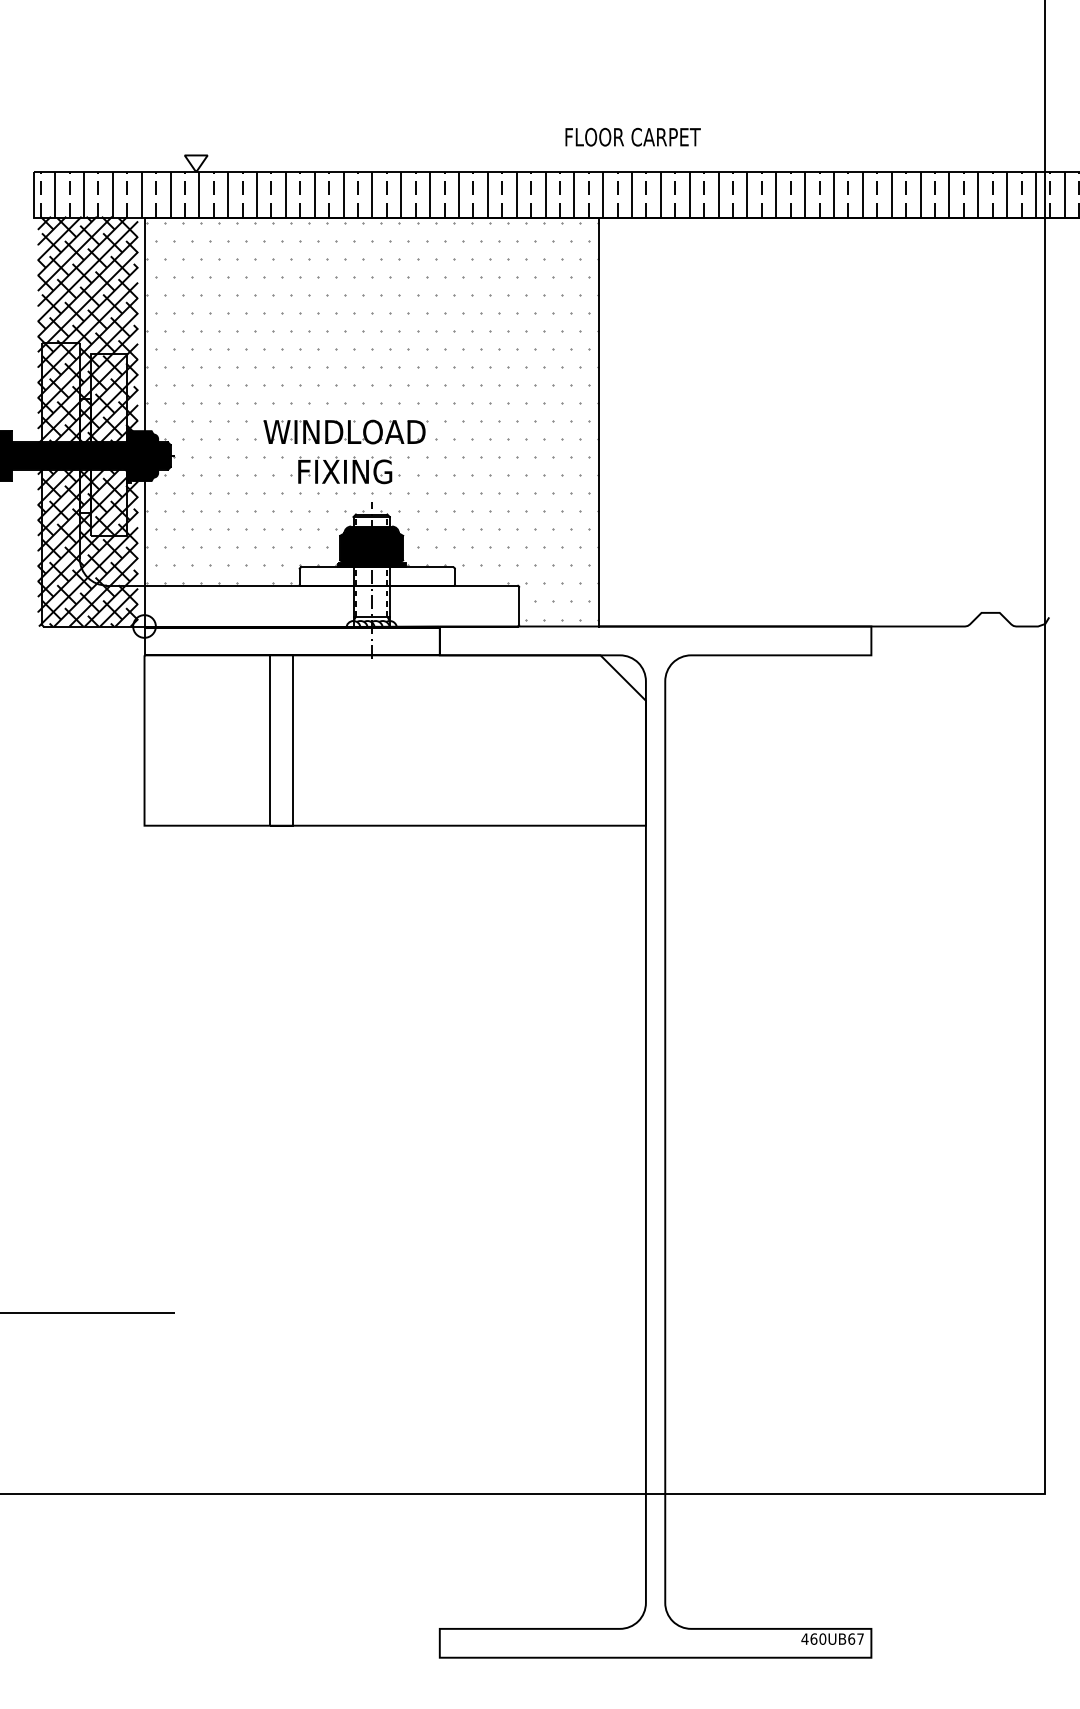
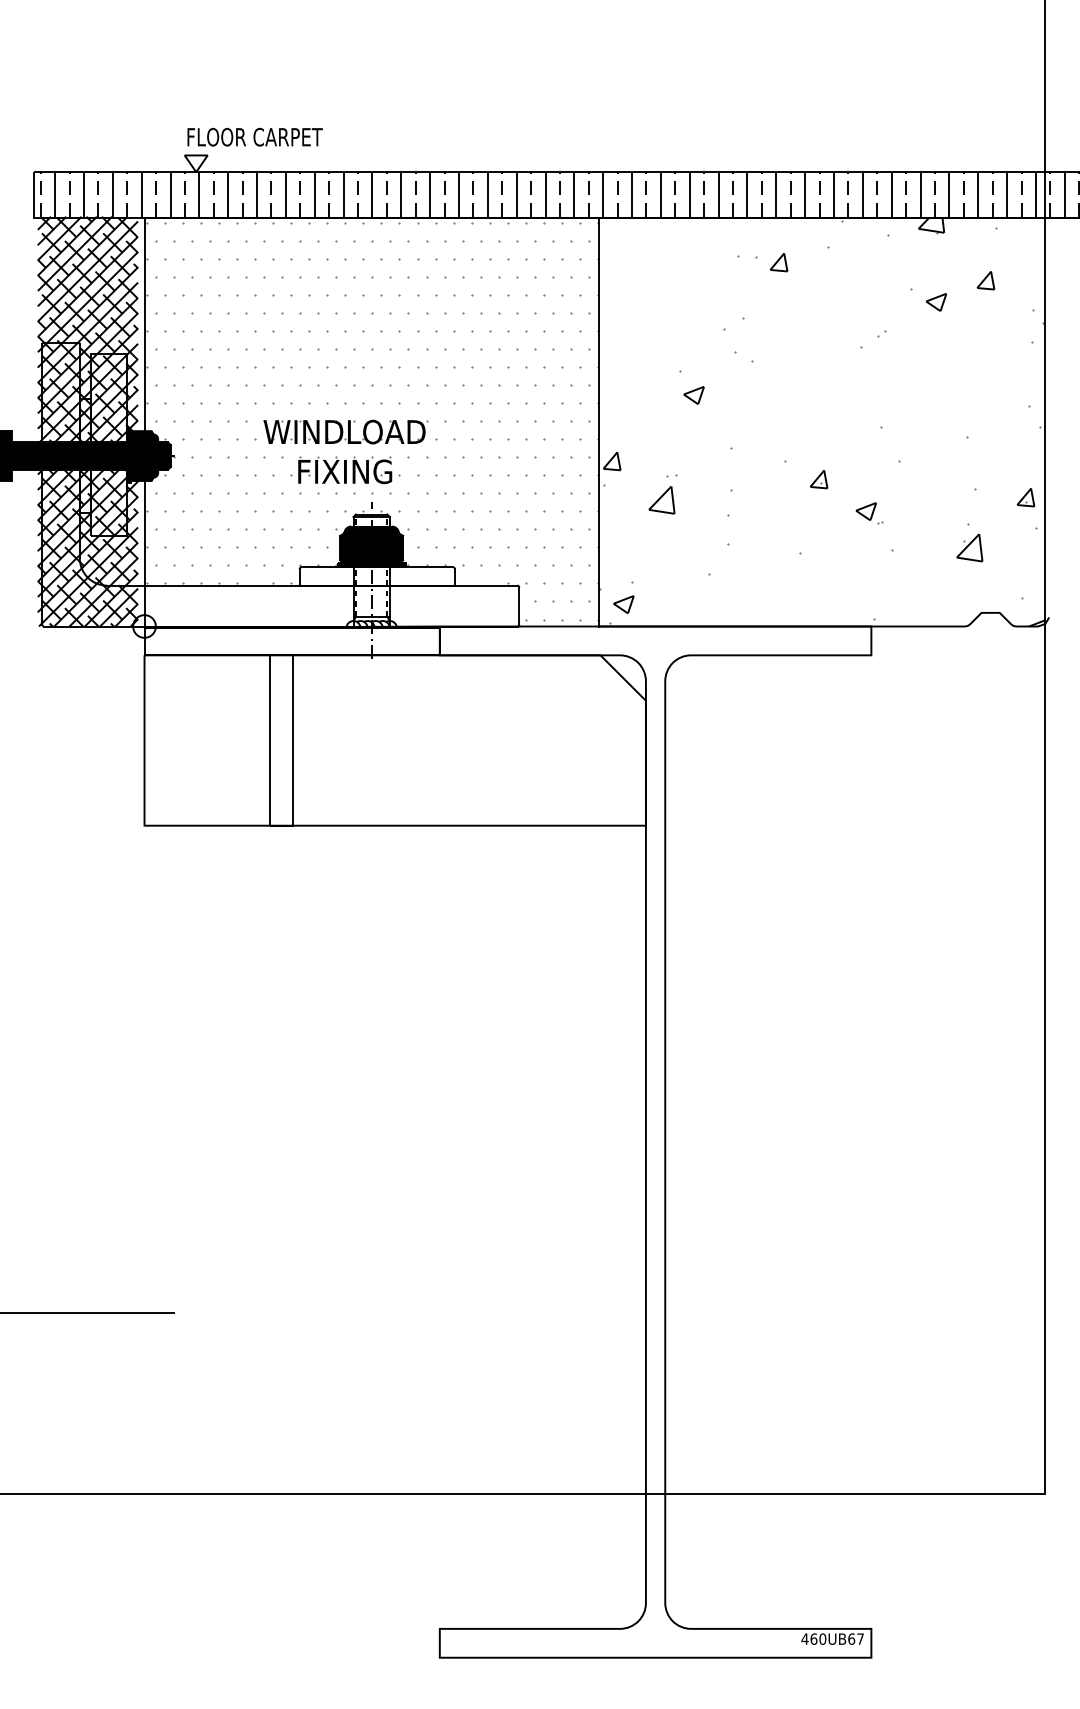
text at (632, 136) position: (632, 136) -> (254, 136)
hatch at (822, 421): none -> present
